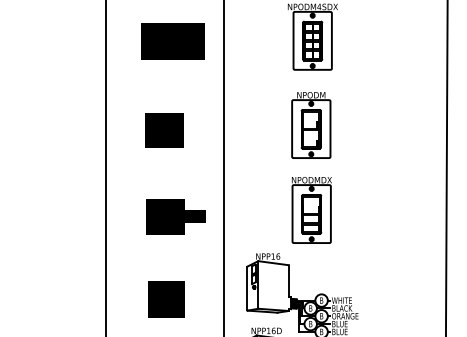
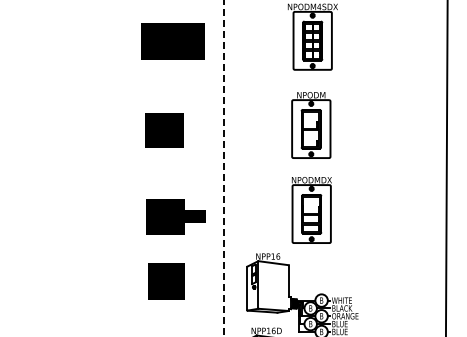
line at (106, 167): present -> none
line at (223, 169): solid -> dashed
text at (166, 299) position: (166, 299) -> (166, 281)
